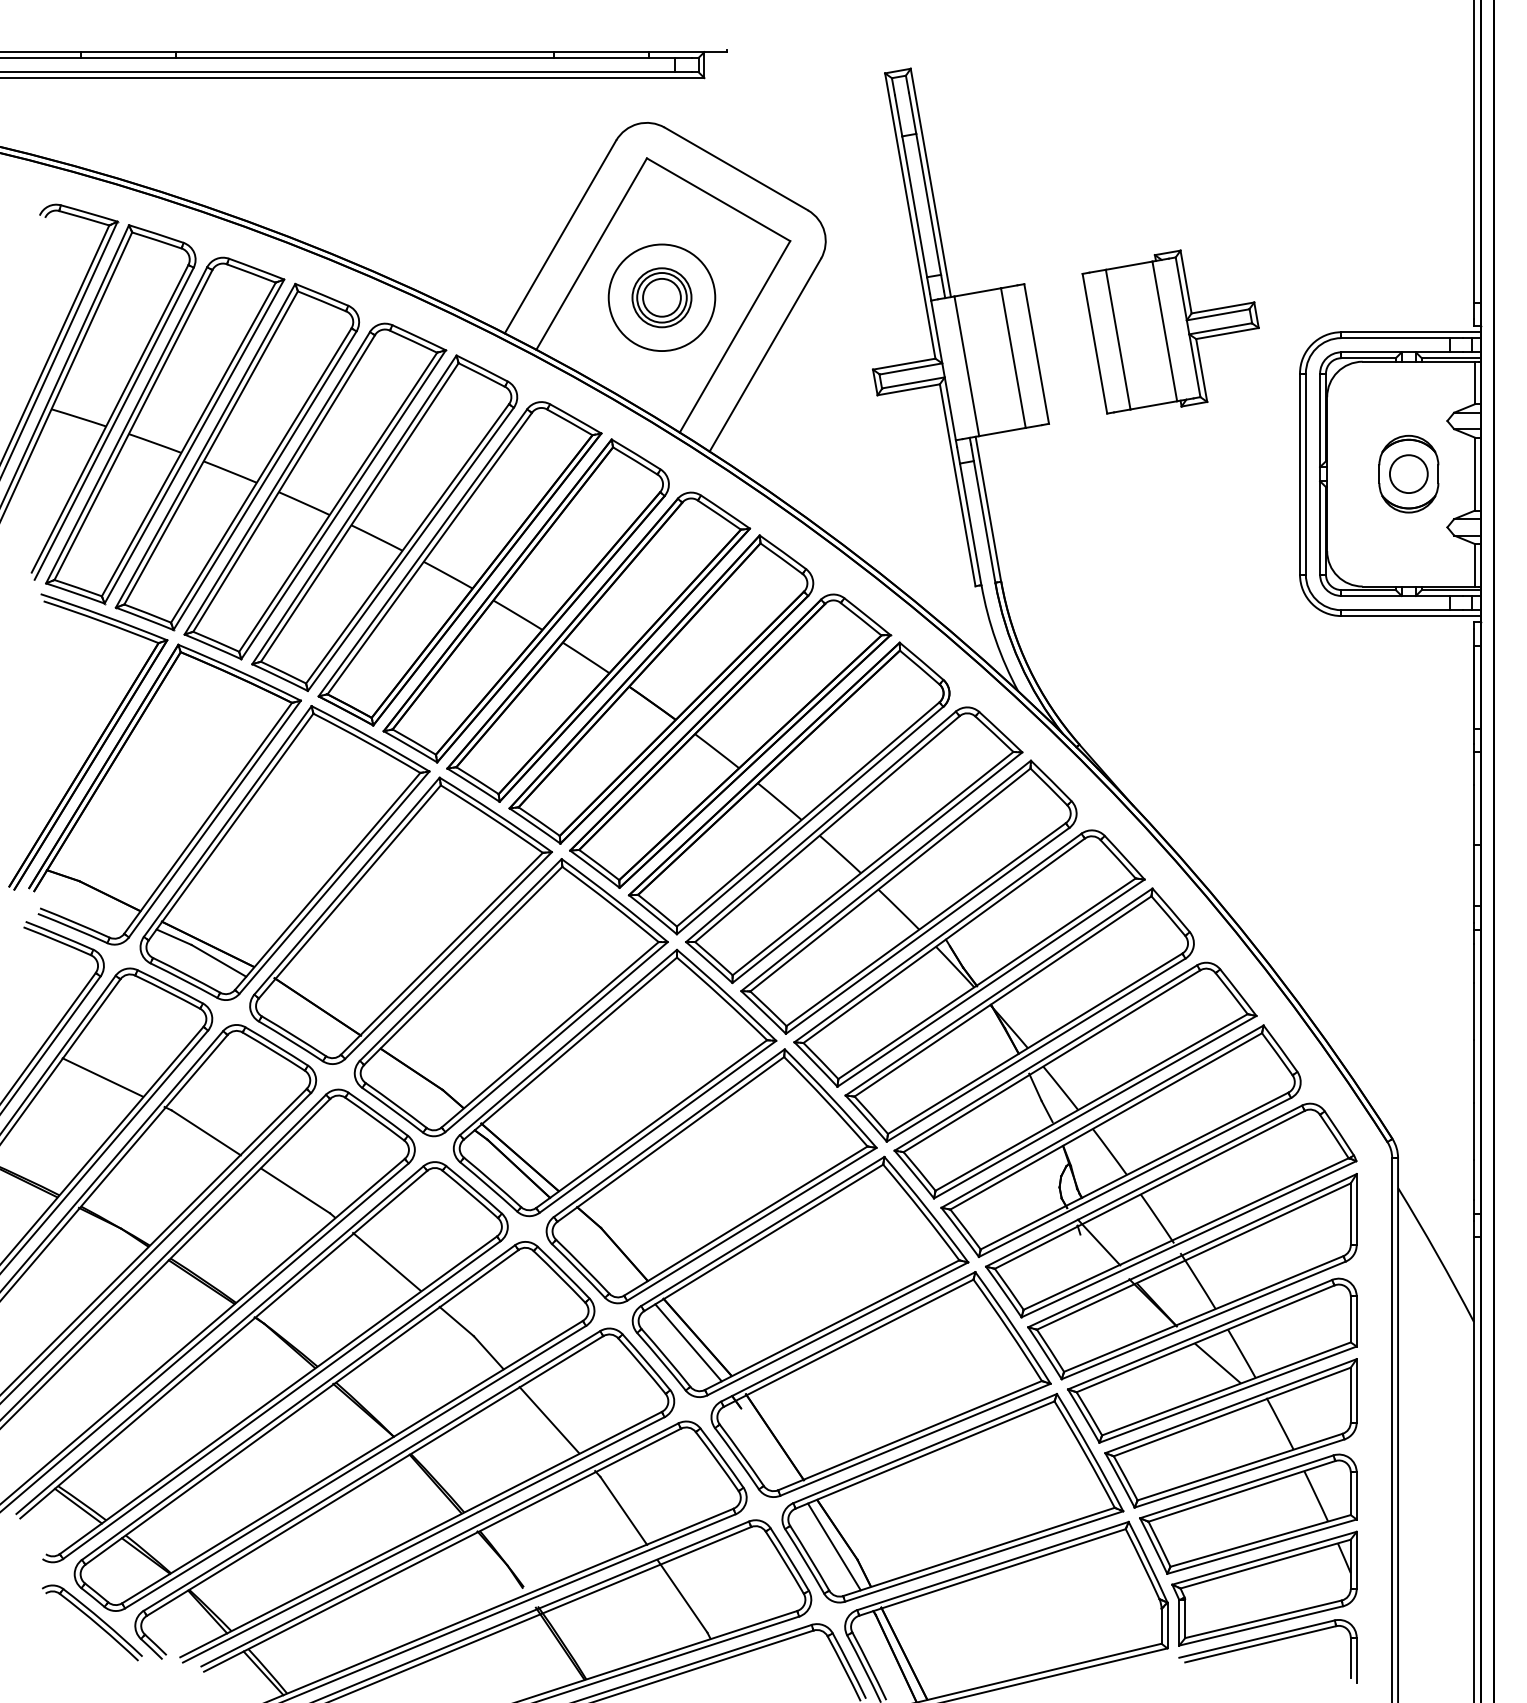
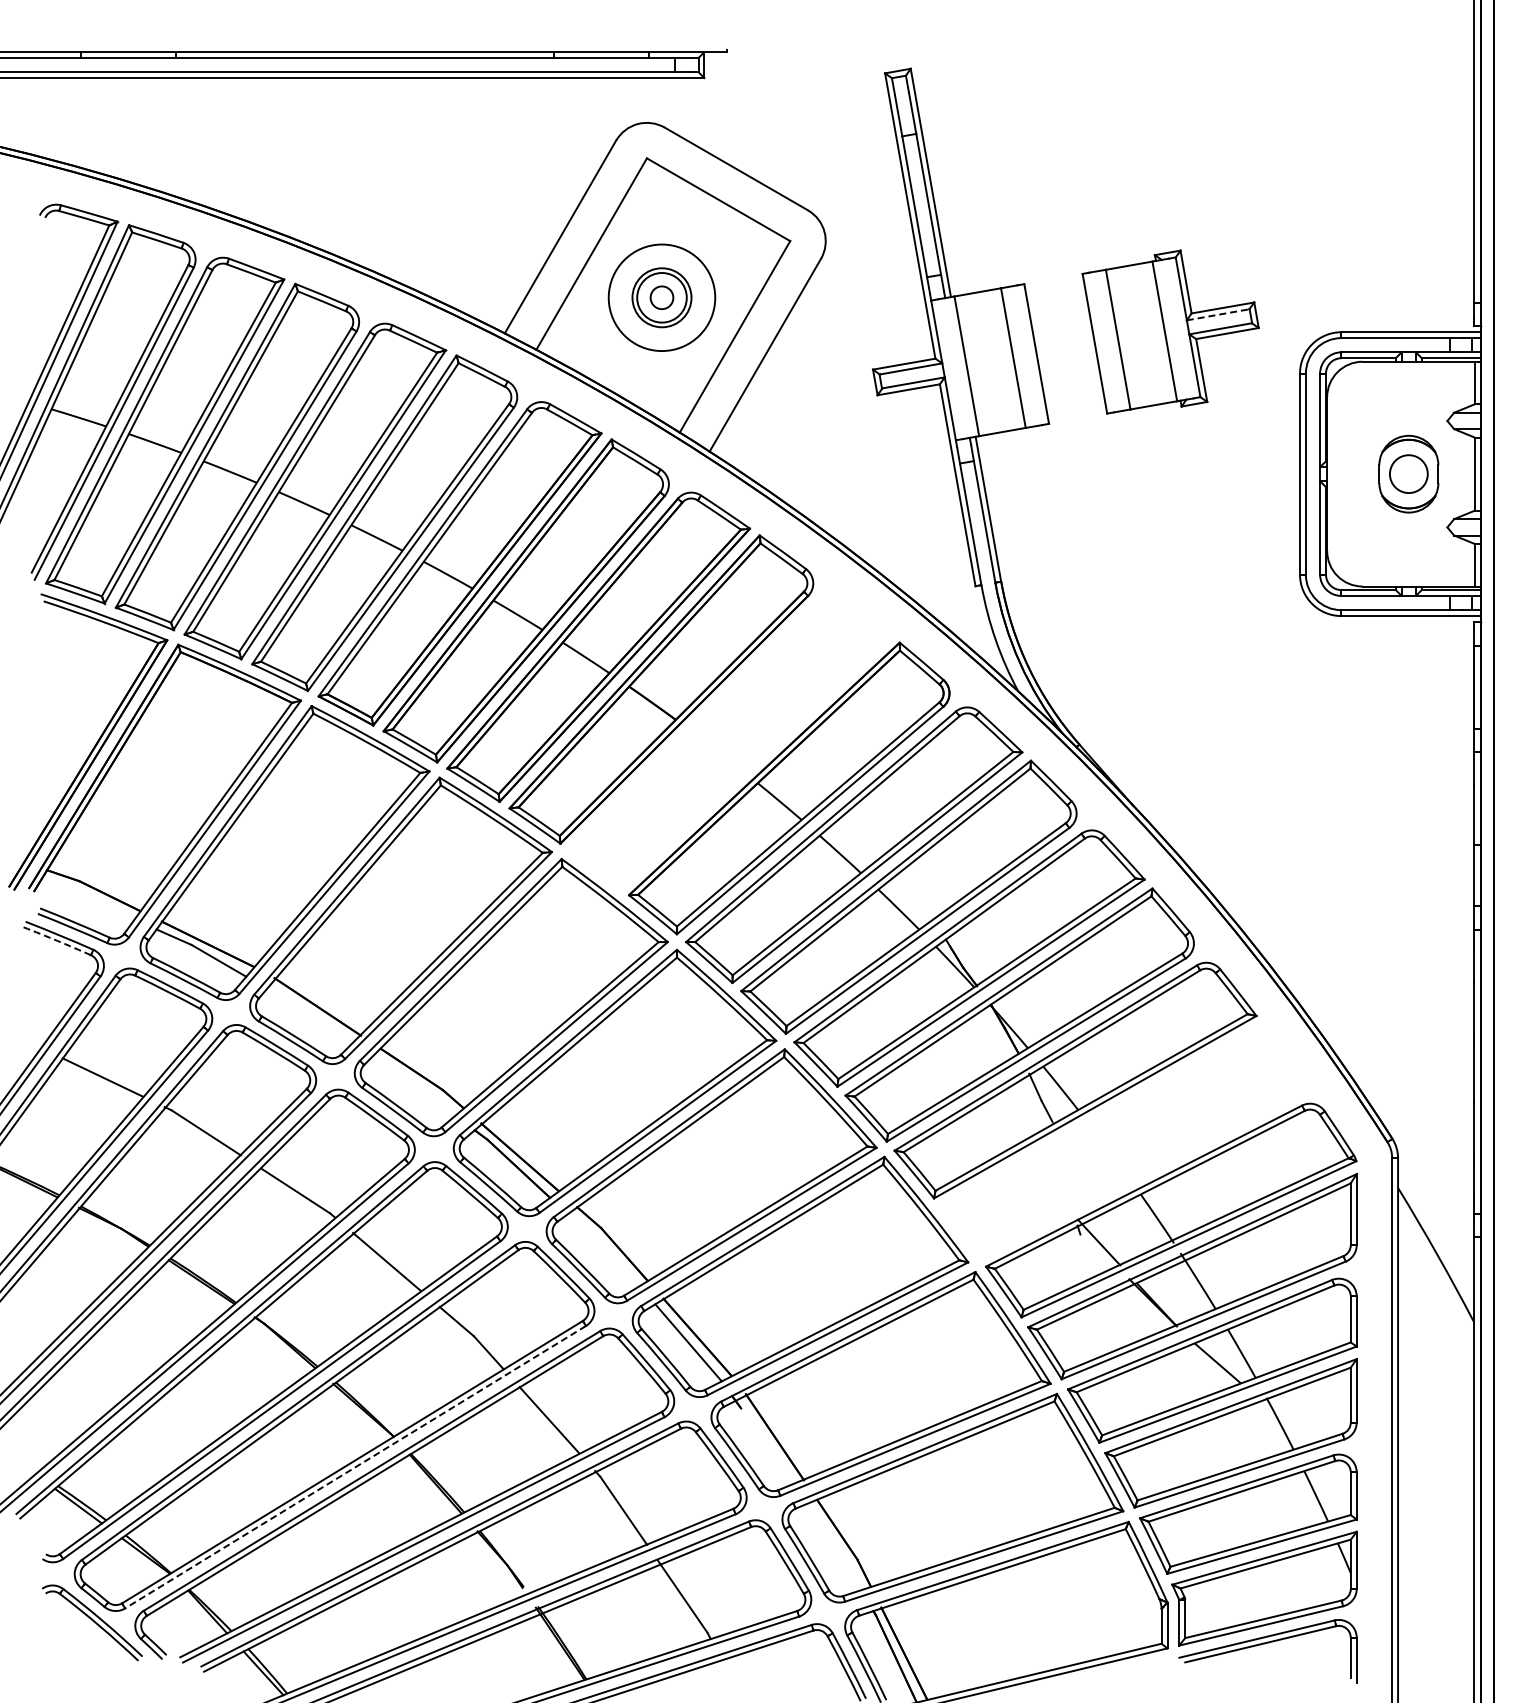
circle at (661, 297) diameter: 38 px -> 23 px
line at (1218, 314): solid -> dashed
part at (730, 740): present -> none
arc at (57, 940): solid -> dashed
part at (1120, 1140): present -> none
line at (355, 1467): solid -> dashed
line at (833, 1546): present -> none
